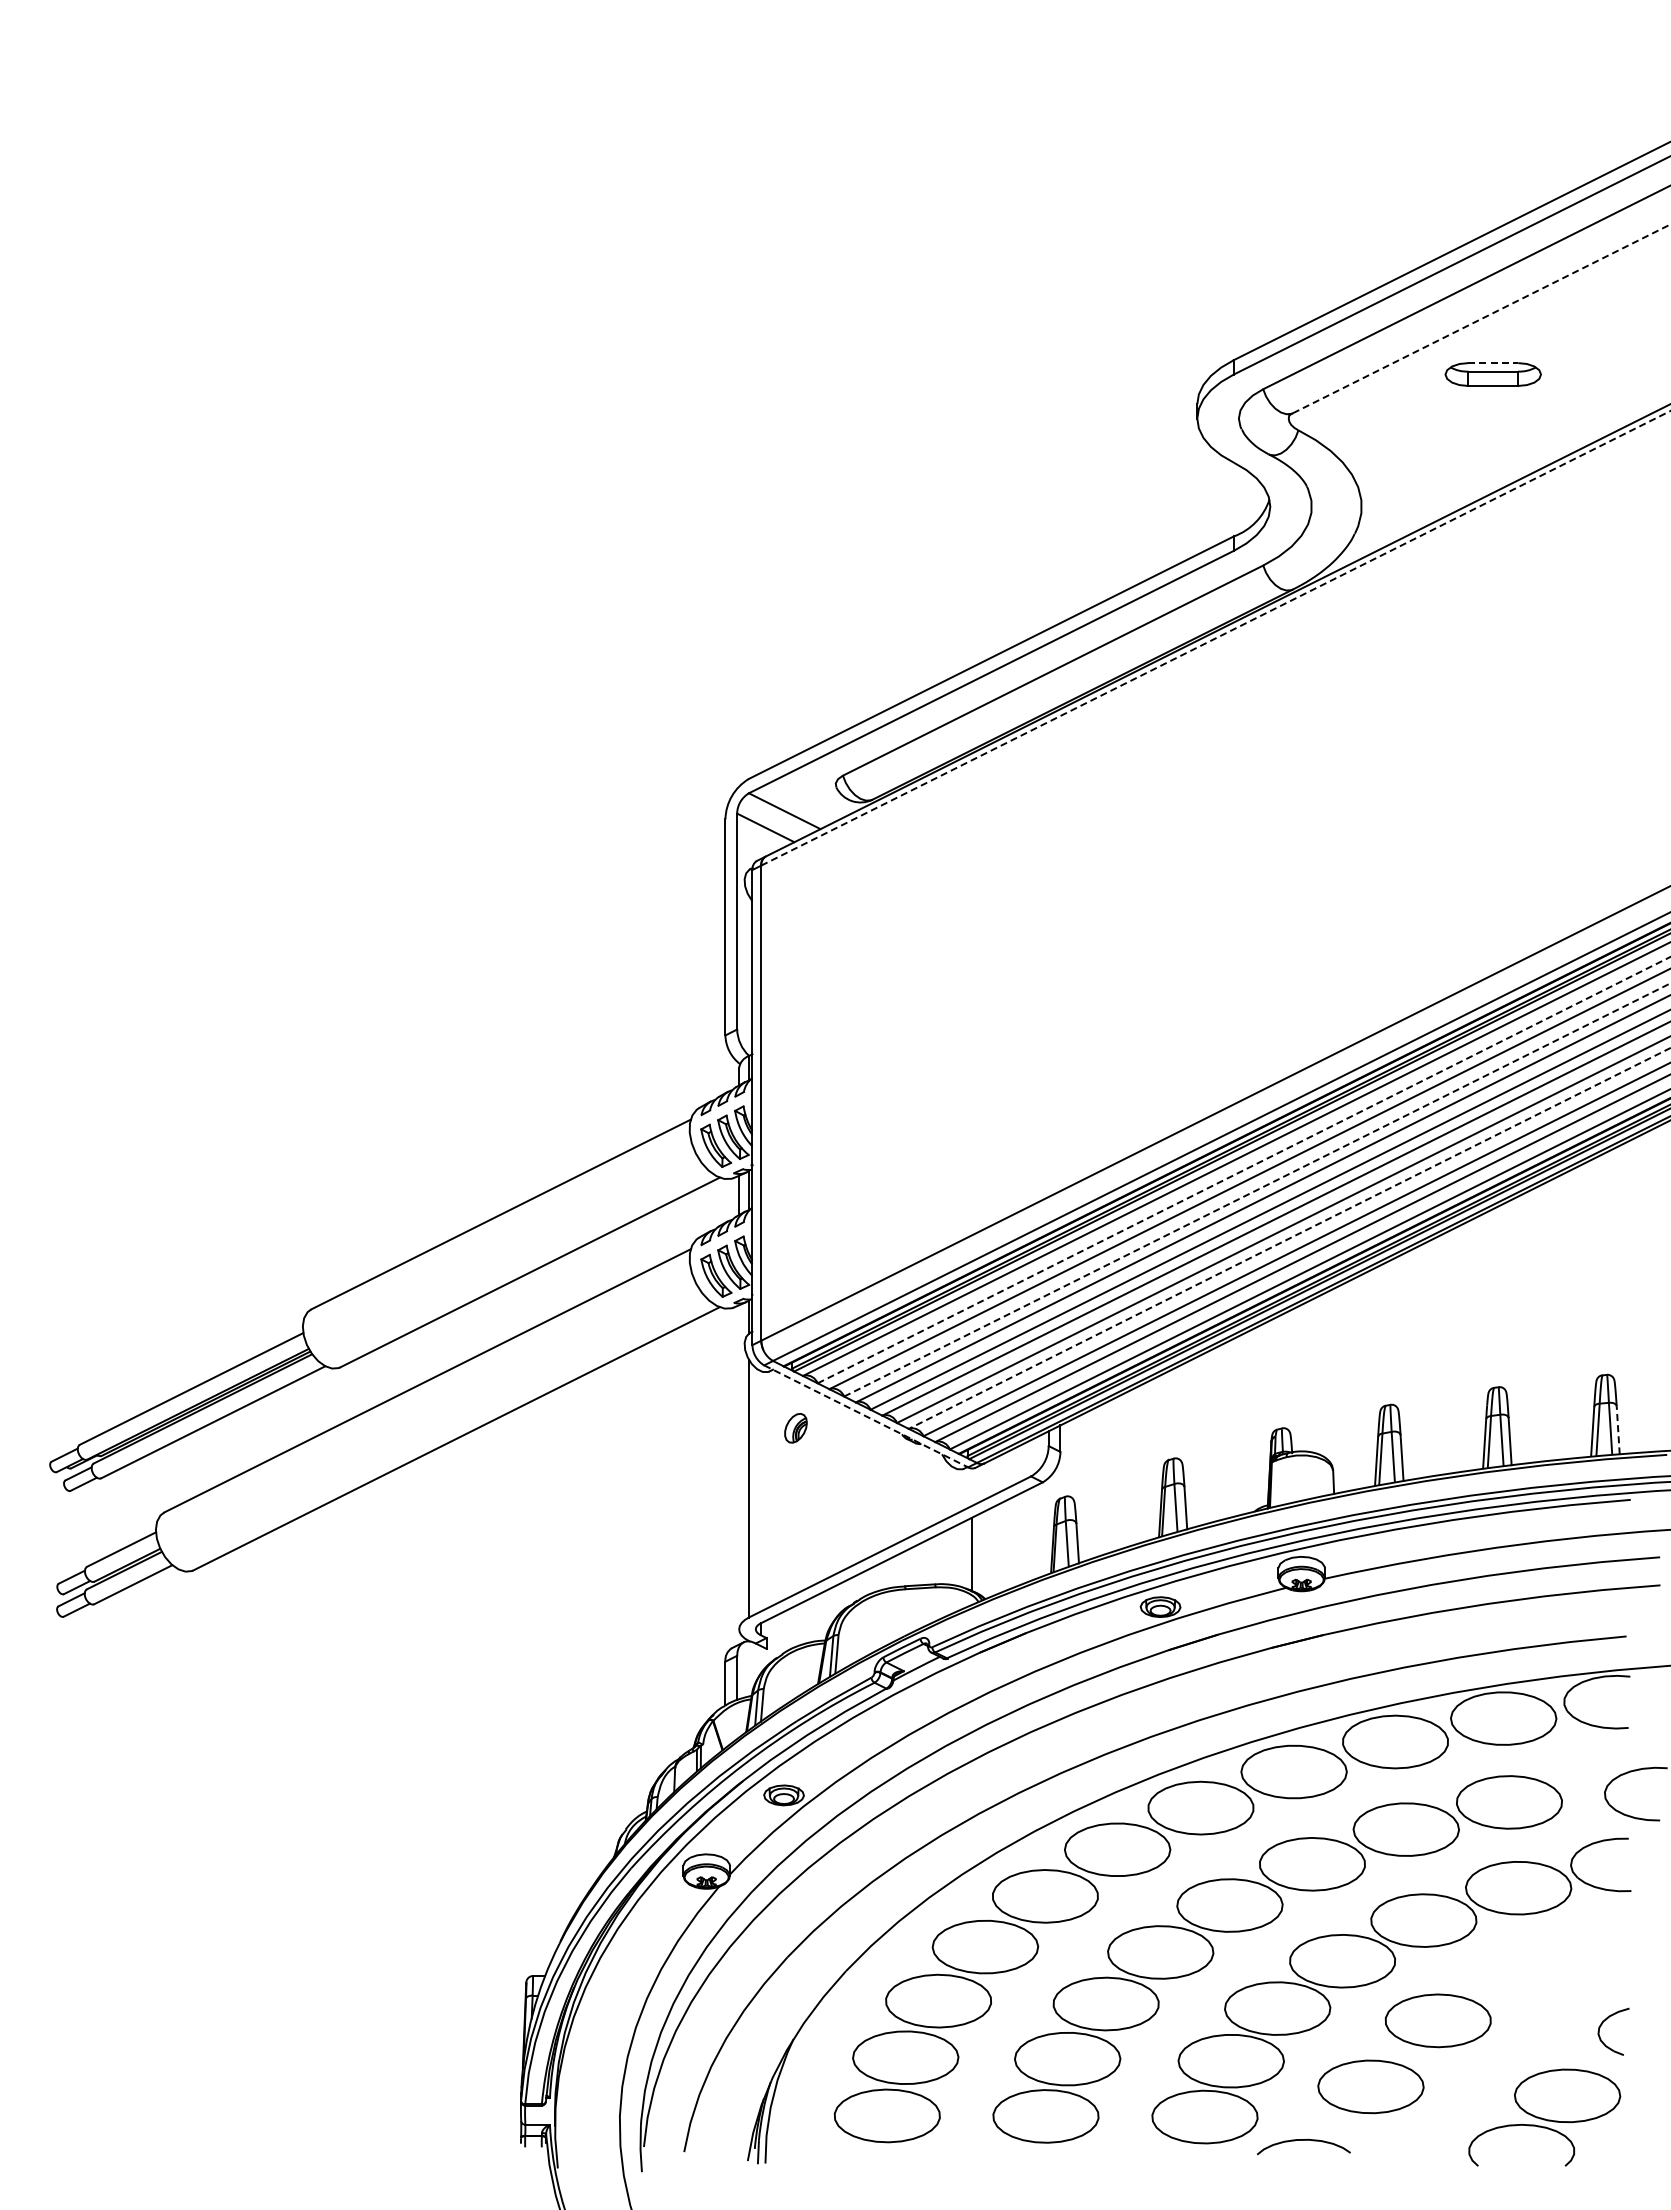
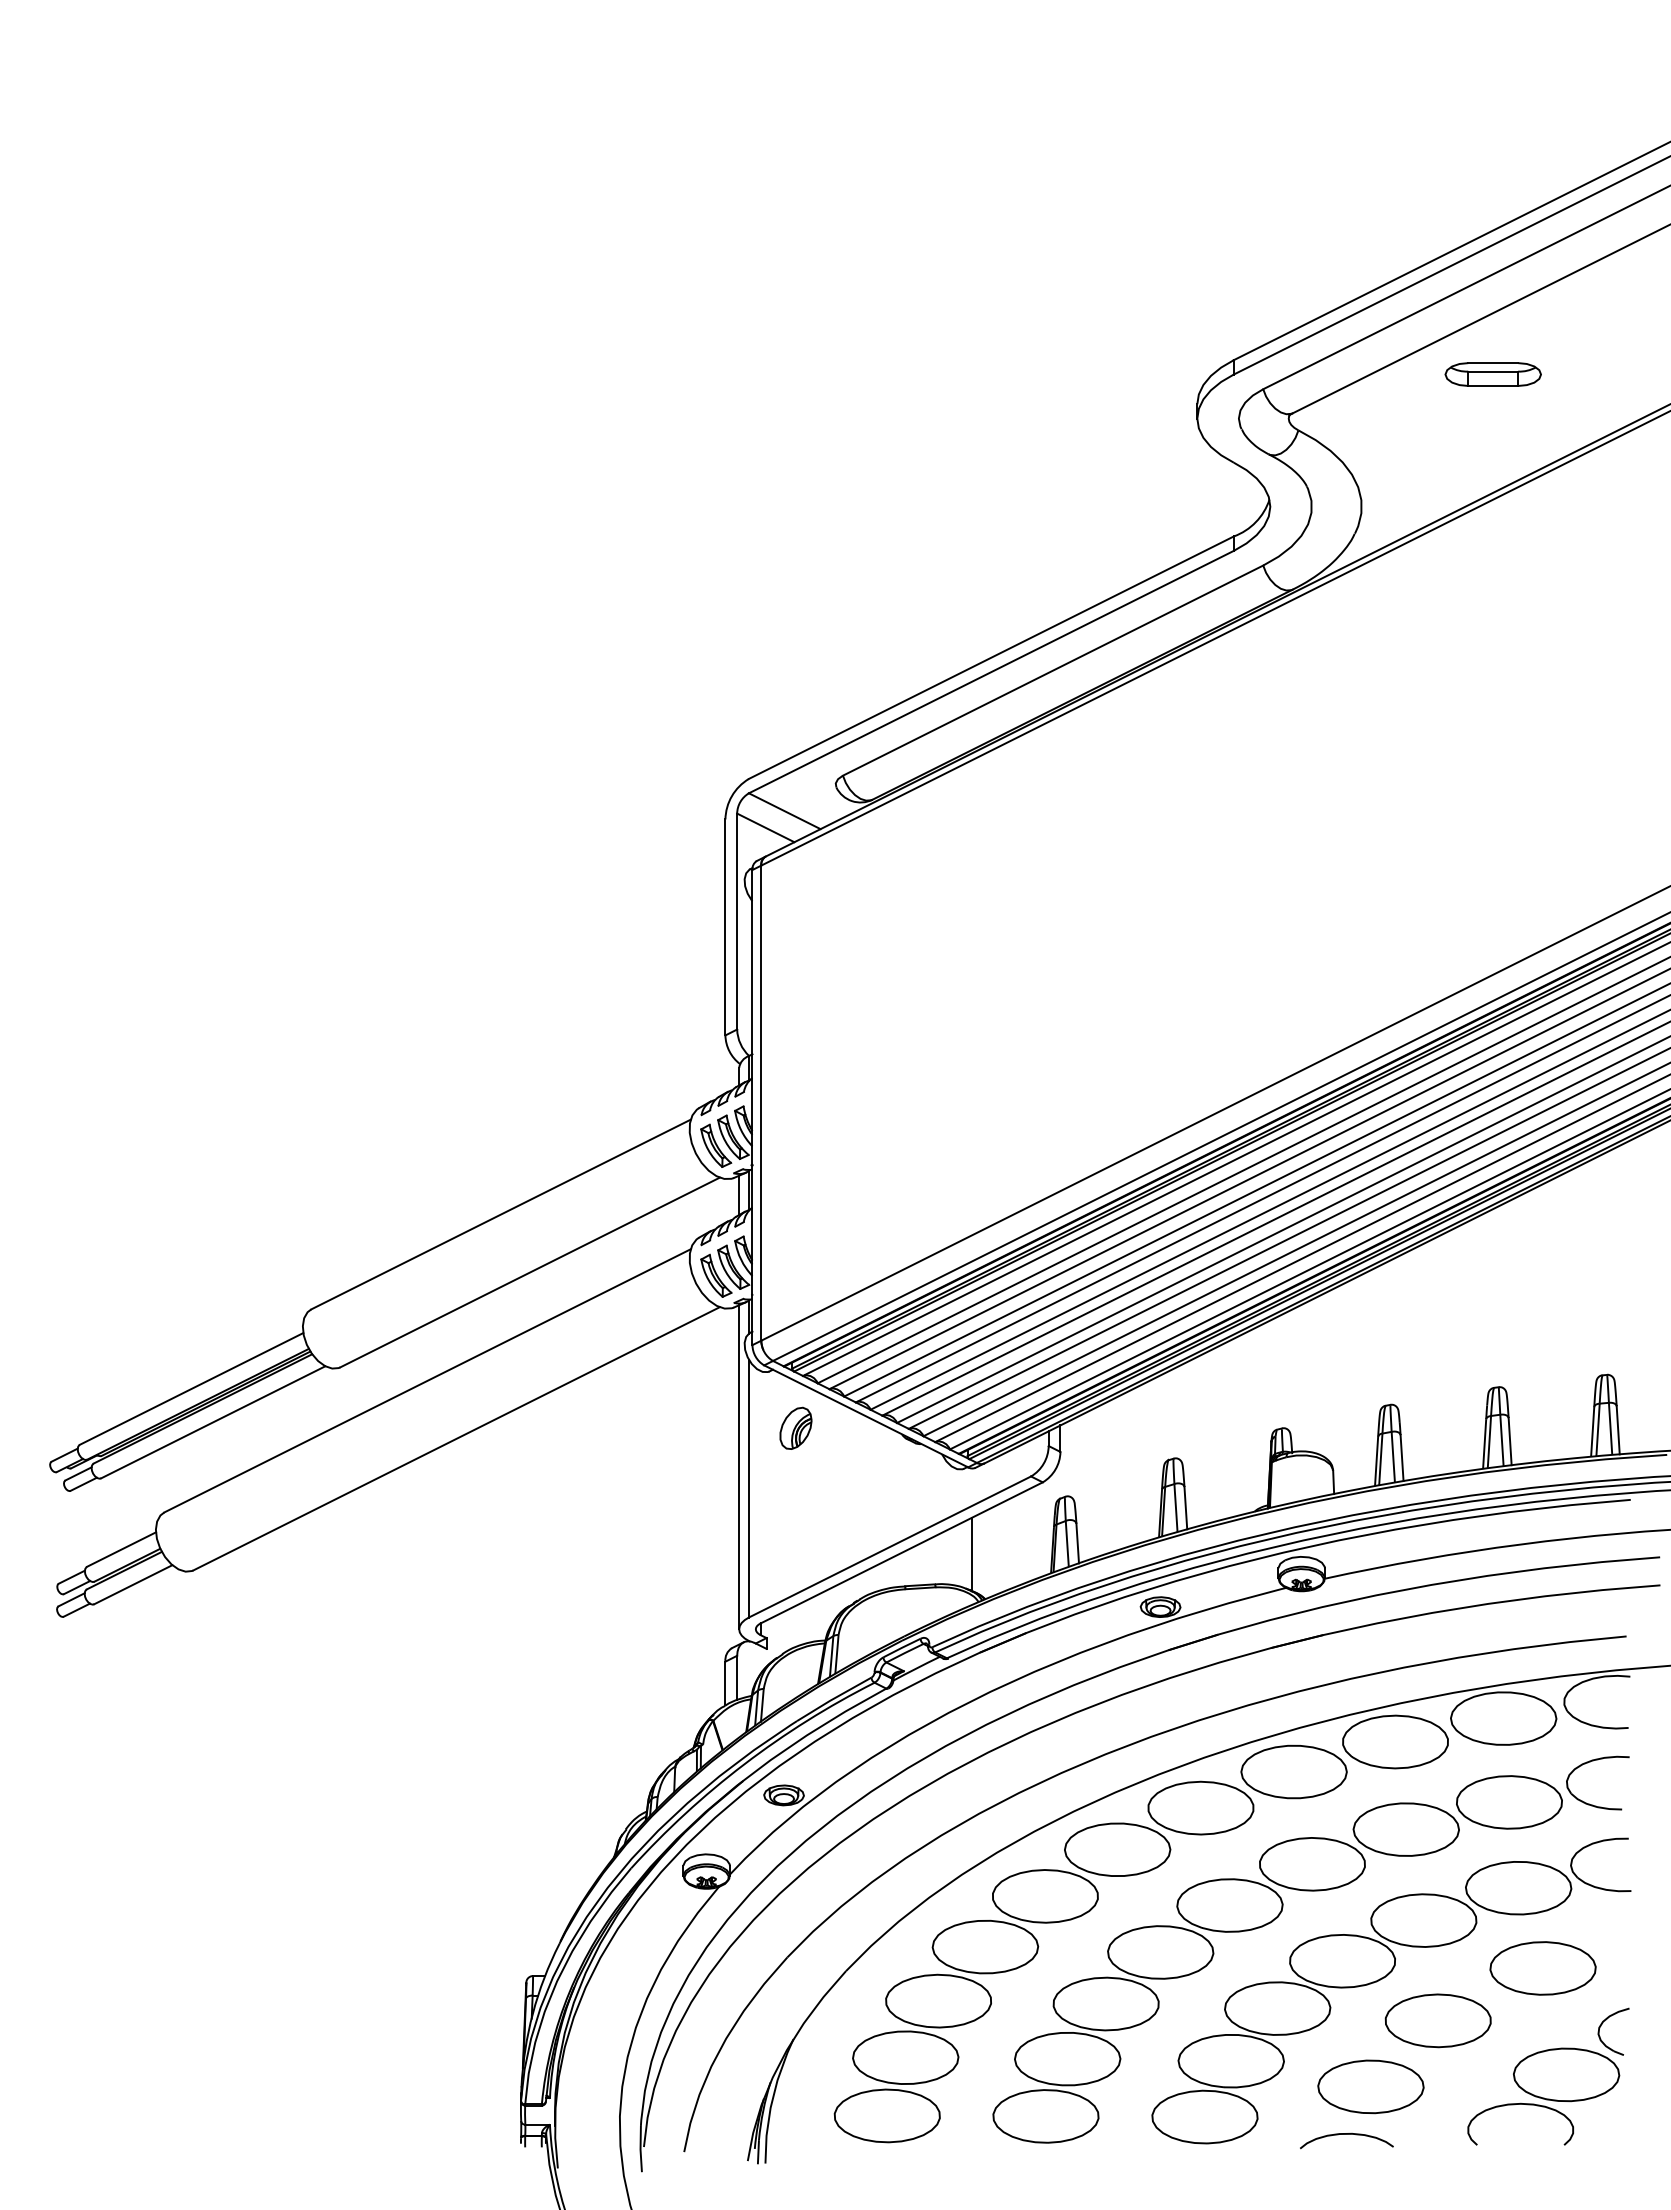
line at (1482, 318): dashed -> solid
line at (1493, 363): dashed -> solid
line at (1216, 638): dashed -> solid
line at (1244, 1170): dashed -> solid
line at (1257, 1190): dashed -> solid
line at (1289, 1238): dashed -> solid
line at (866, 1416): dashed -> solid
part at (795, 1428) size: 24x31 px -> 34x44 px
line at (1618, 1429): dashed -> solid
line at (739, 1467): none -> present
part at (1628, 1773) position: (1628, 1773) -> (1590, 1762)
part at (1542, 1968): none -> present
part at (1544, 2117) position: (1544, 2117) -> (1543, 2096)
curve at (1303, 2140) position: (1303, 2140) -> (1346, 2134)
